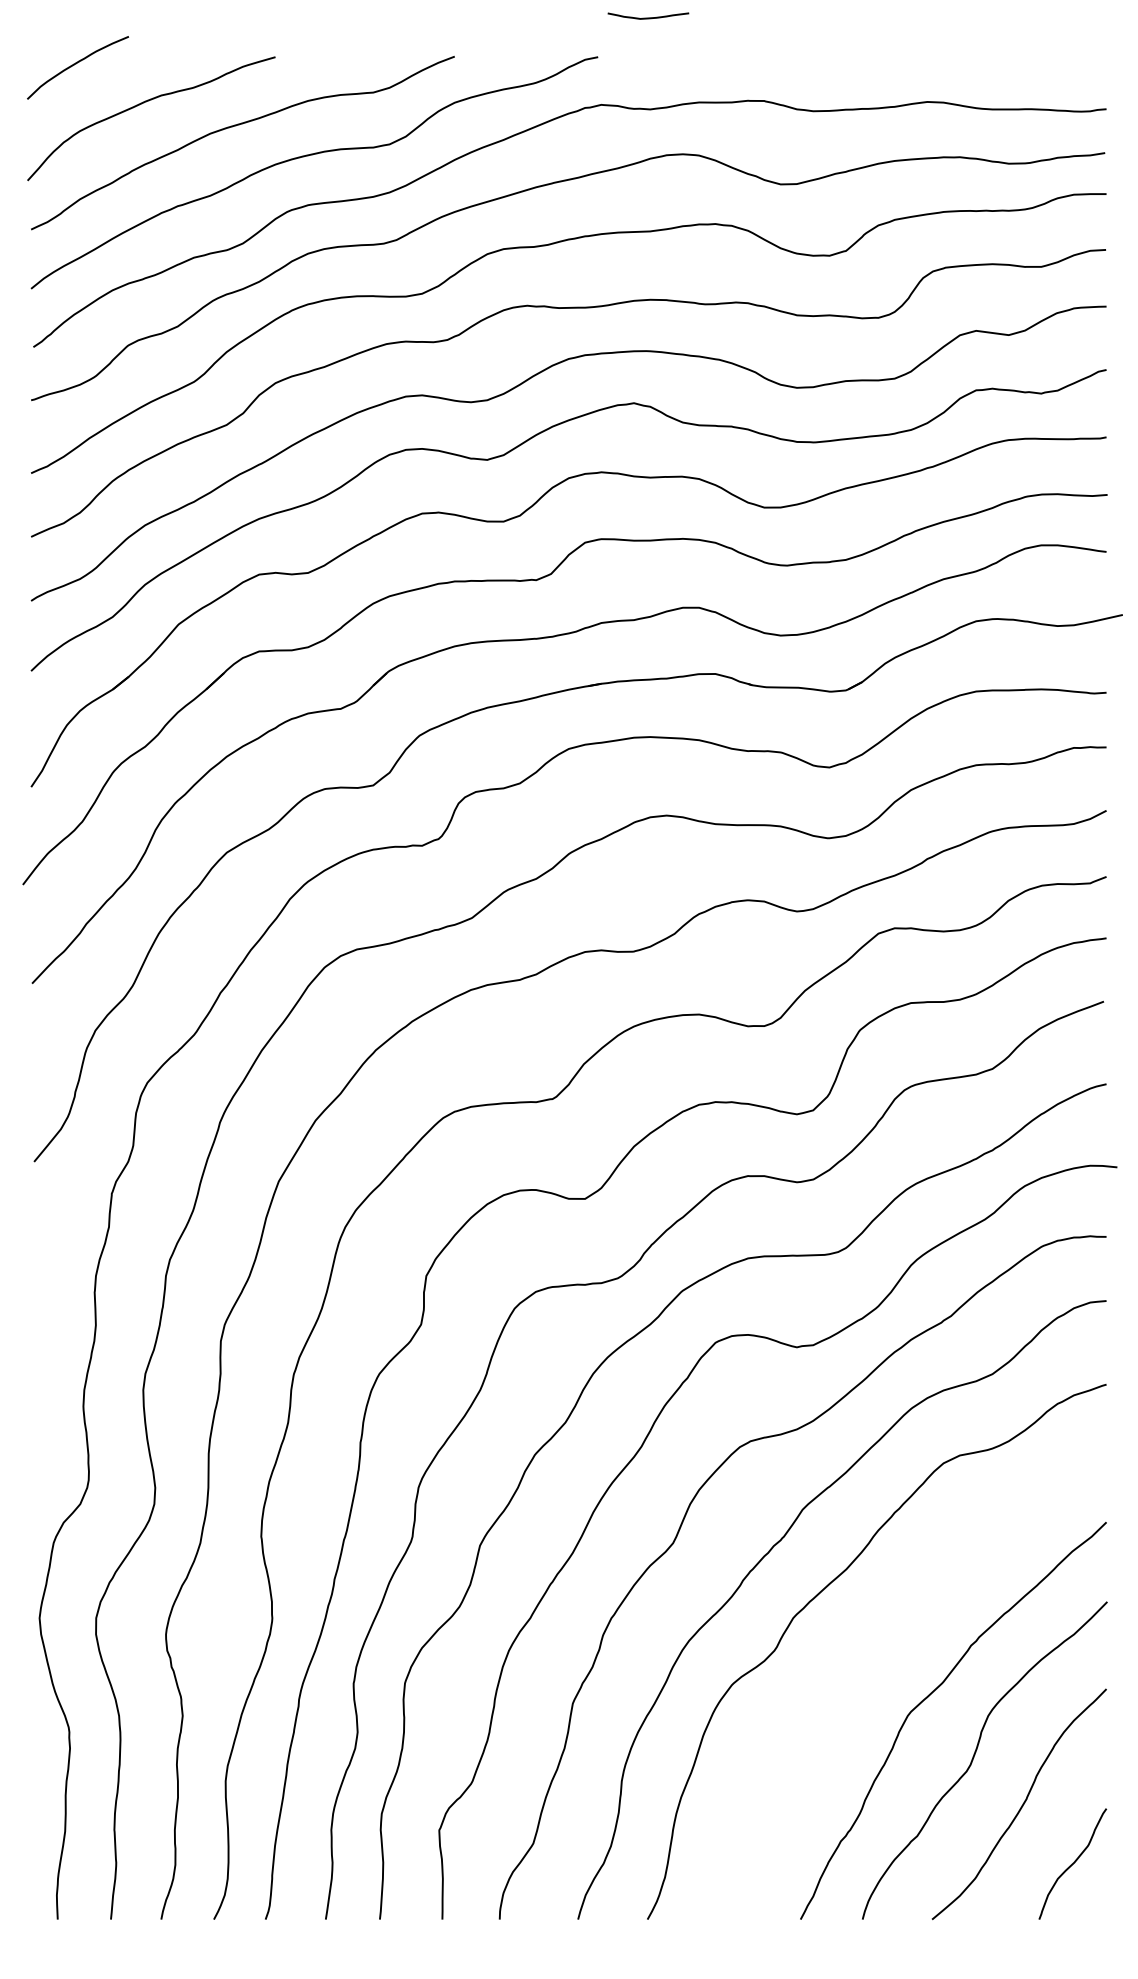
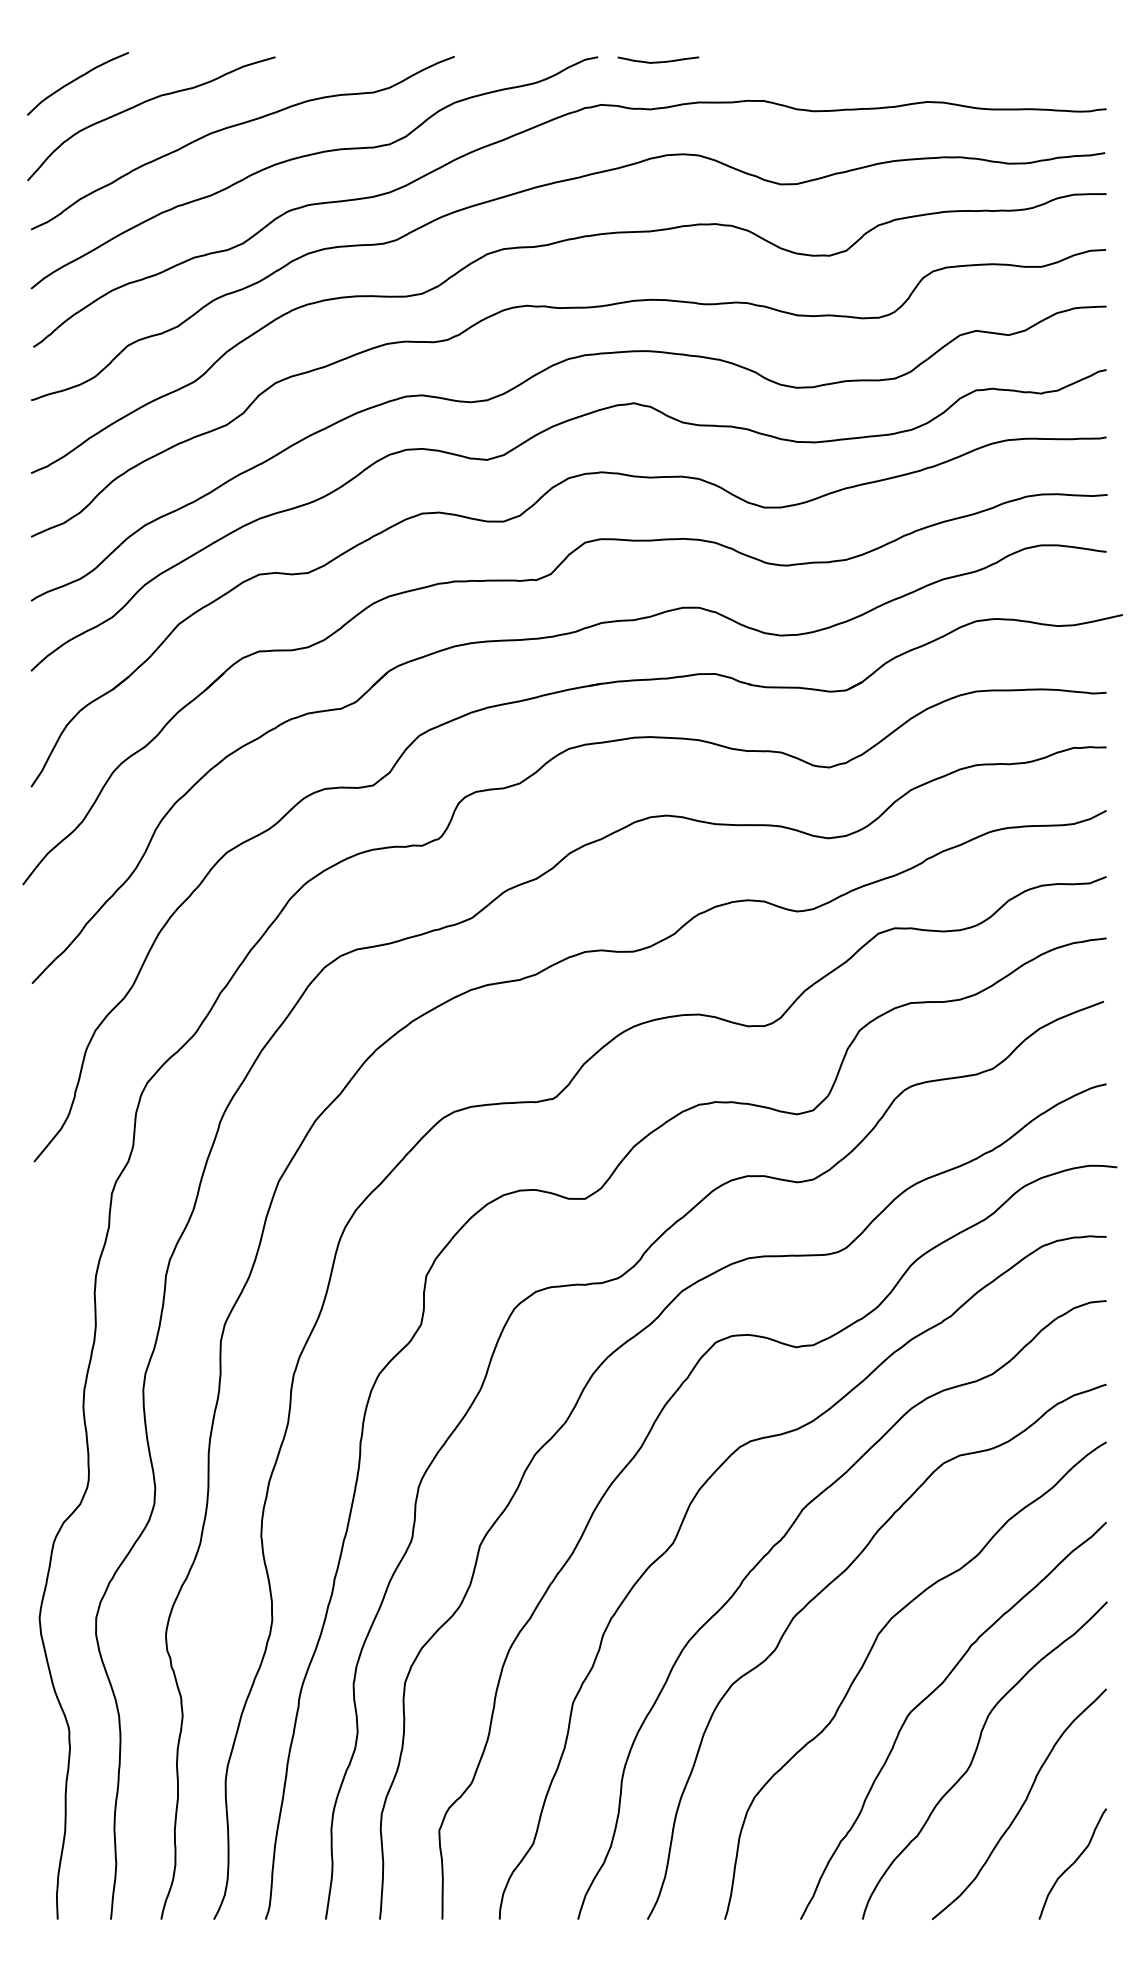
curve at (648, 17) position: (648, 17) -> (658, 61)
curve at (76, 64) position: (76, 64) -> (76, 80)
curve at (868, 1657): none -> present
